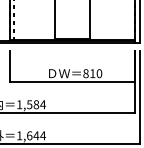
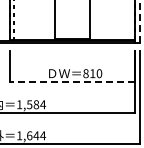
line at (139, 21): solid -> dashed
line at (72, 81): solid -> dashed
